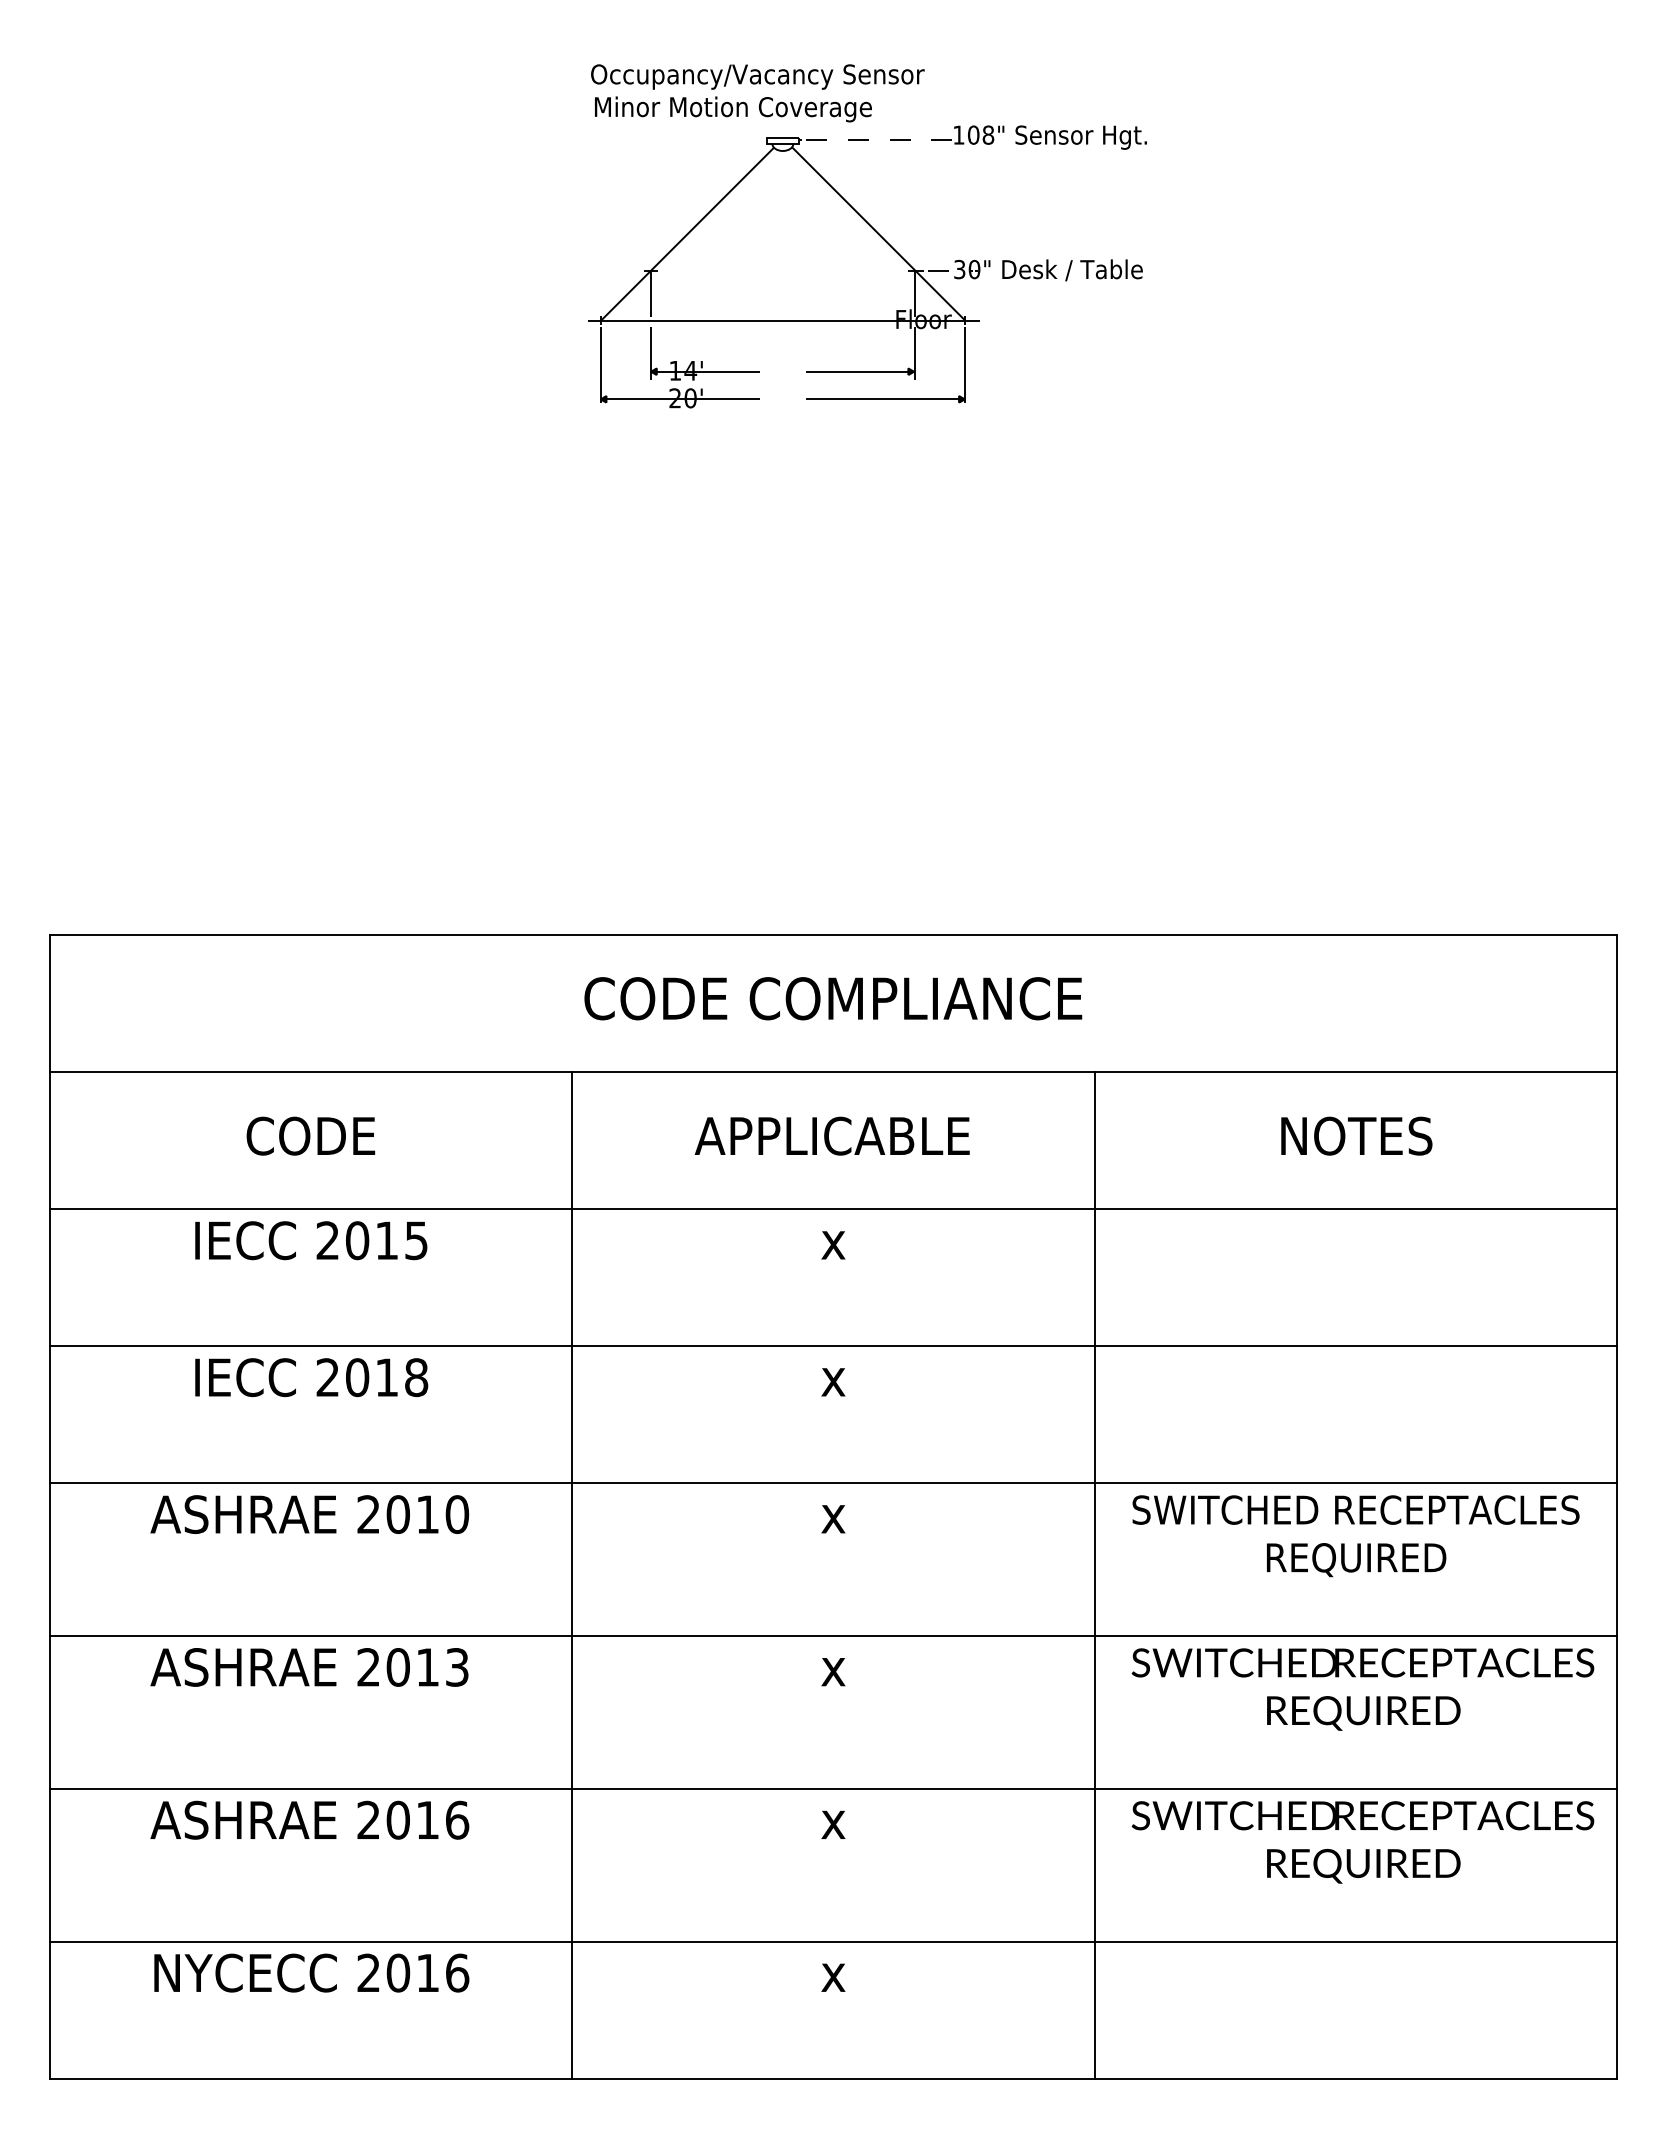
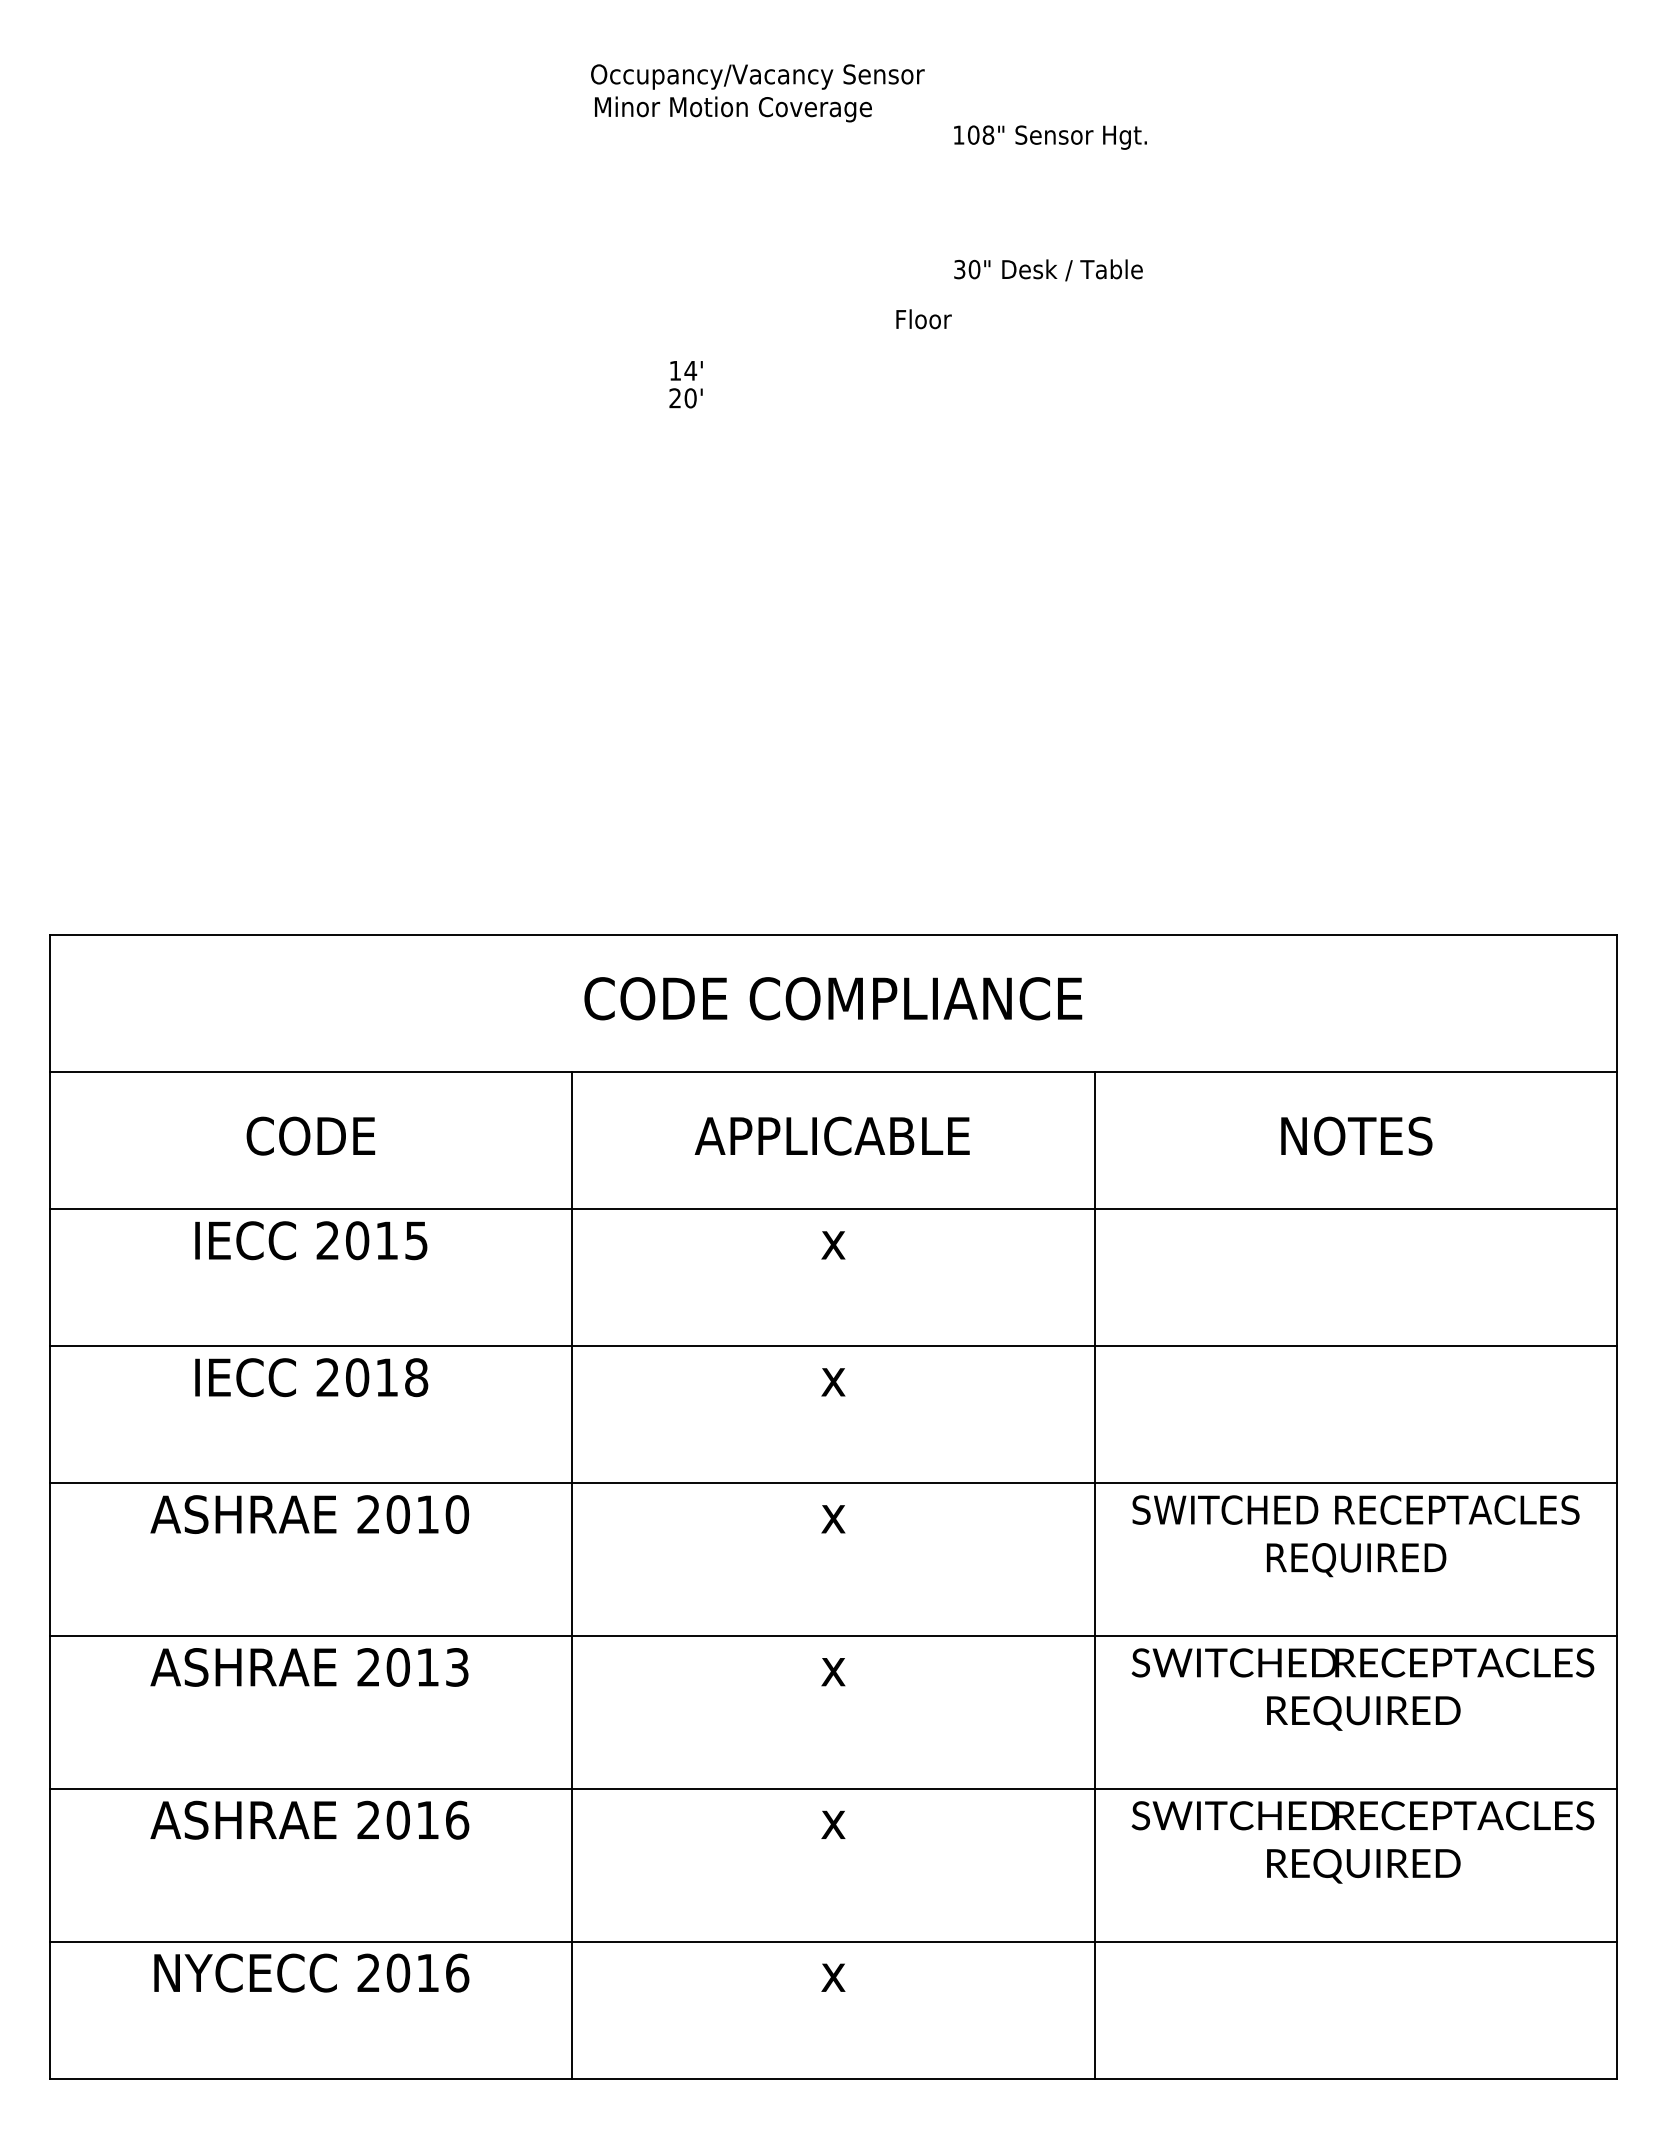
part at (867, 236): present -> none
